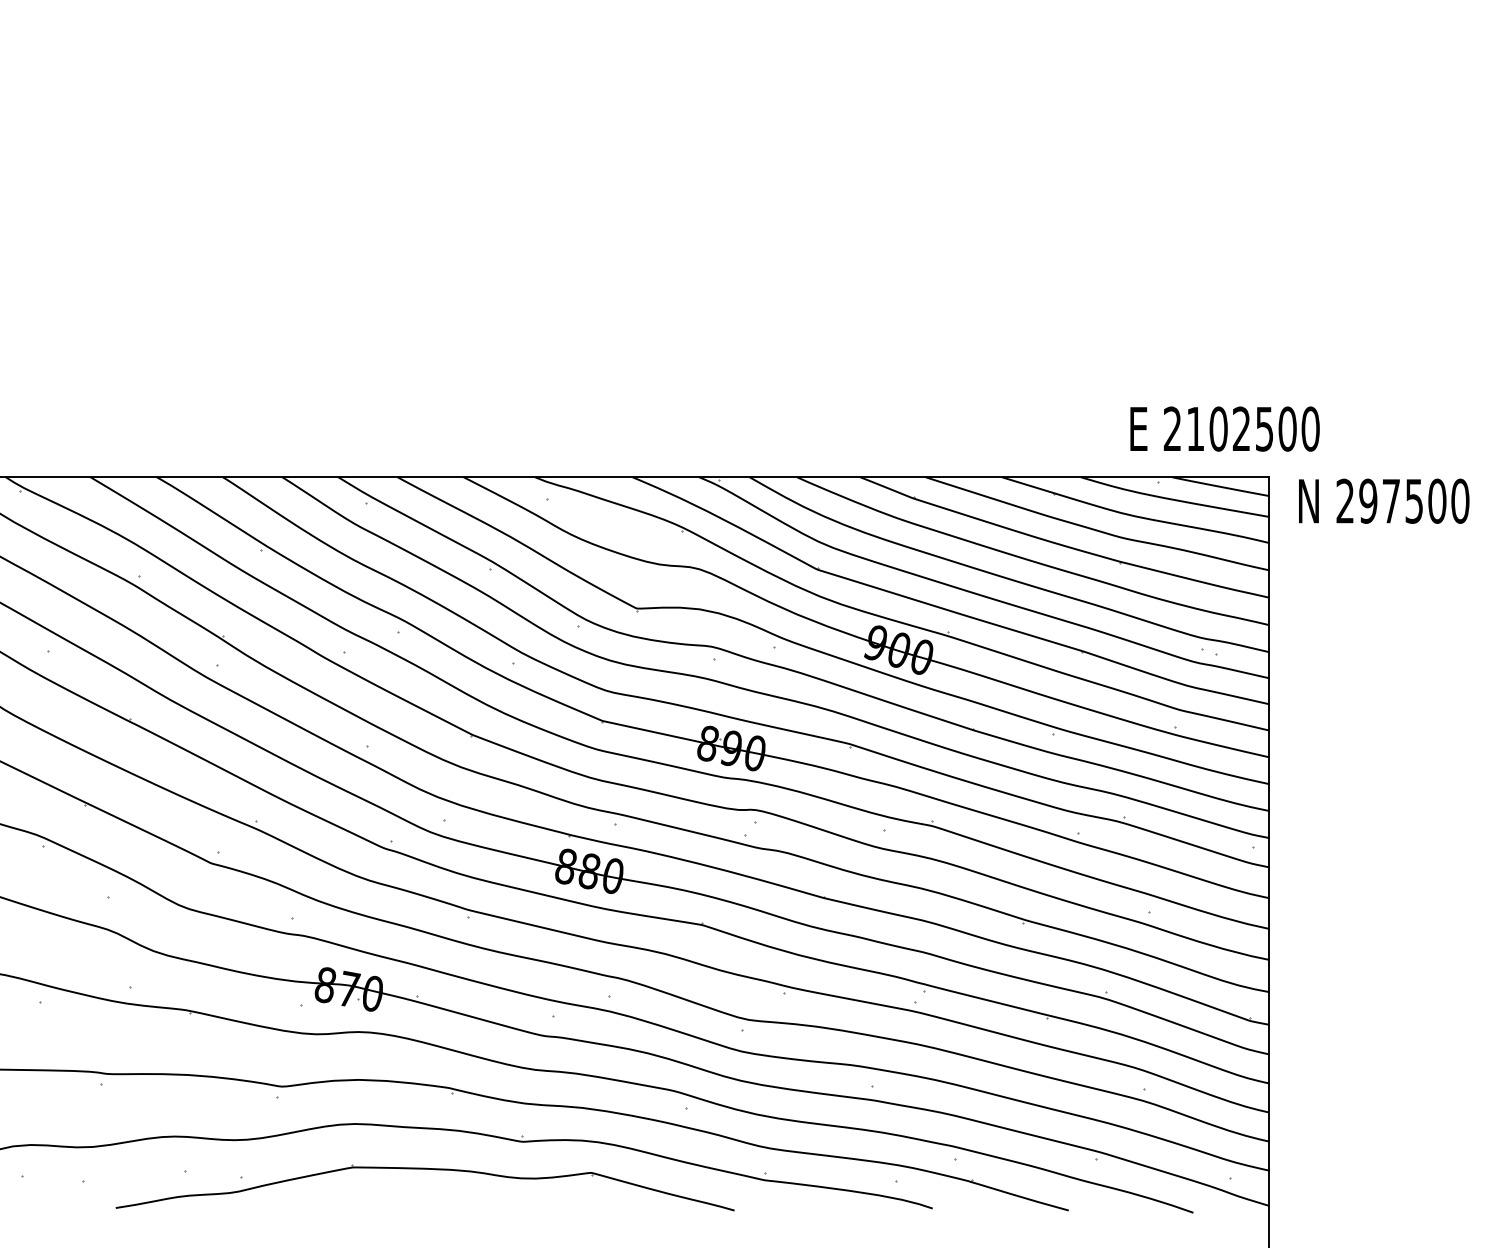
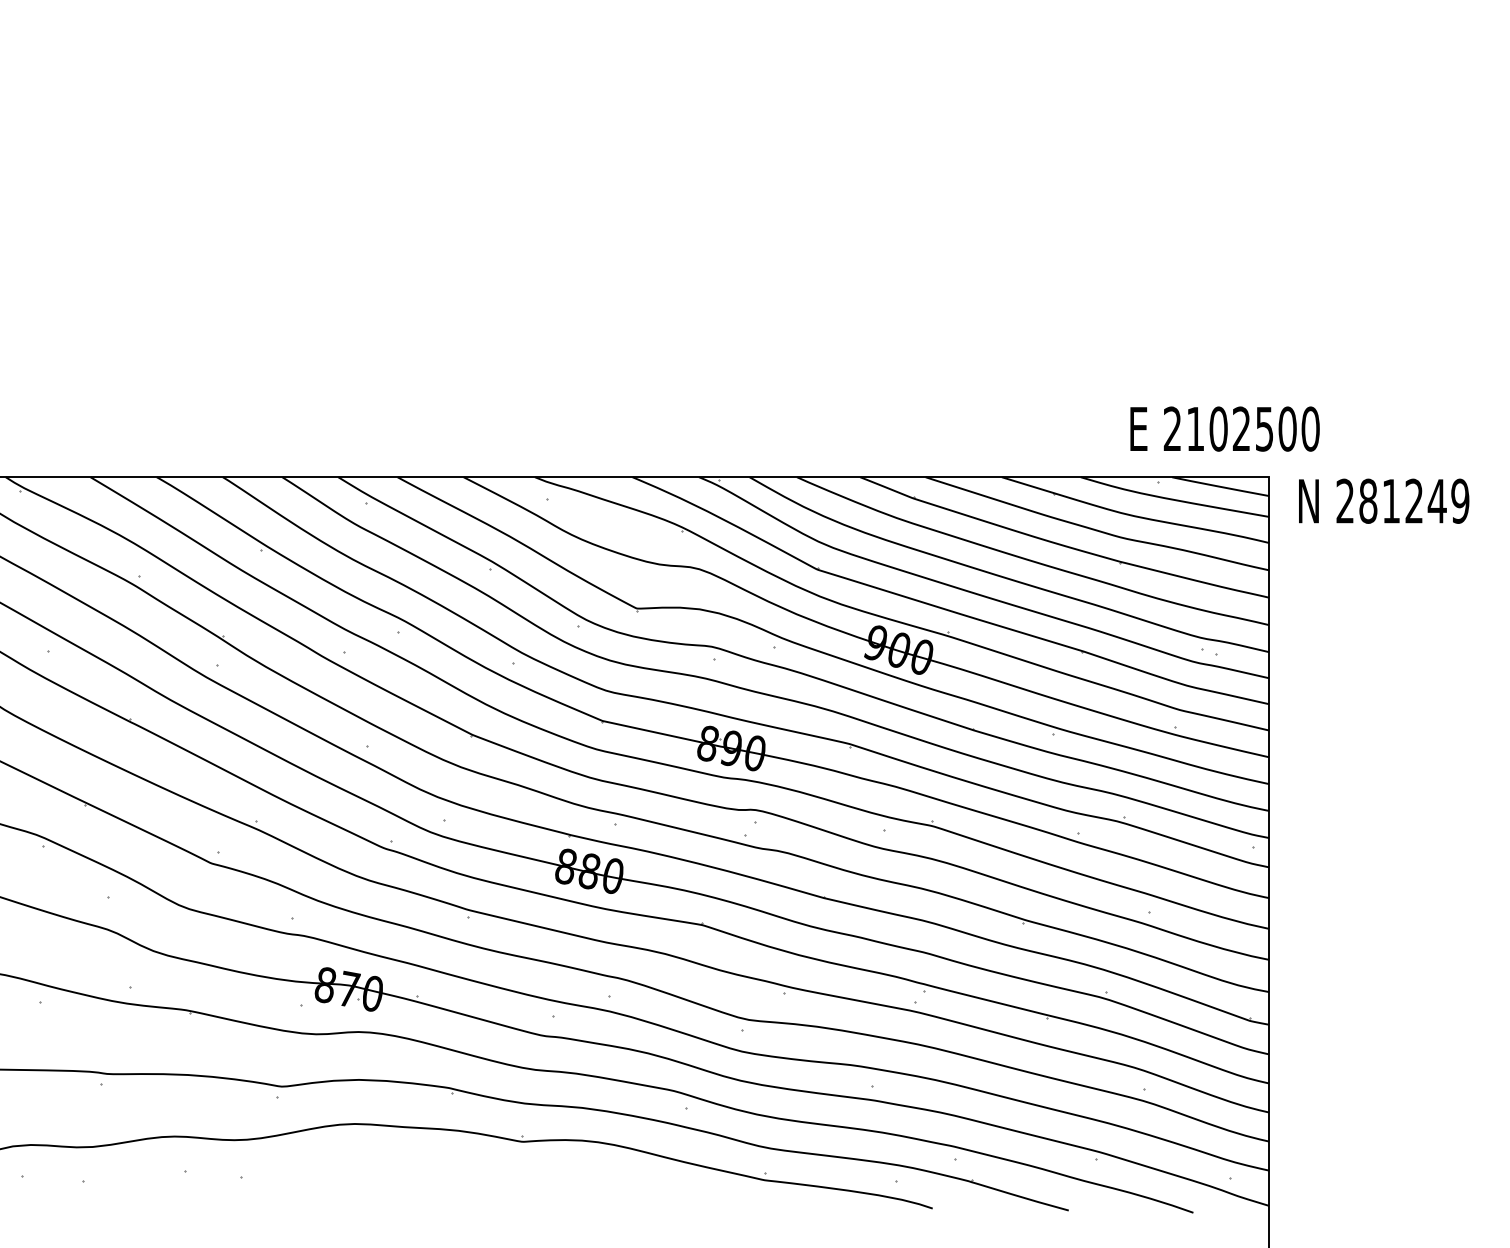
text at (1414, 500): 297500 -> 281249
part at (424, 1169): present -> none
